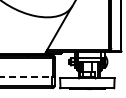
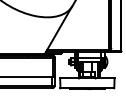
line at (27, 77): dashed -> solid
